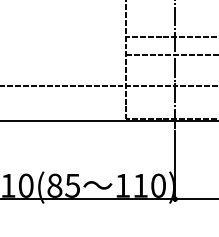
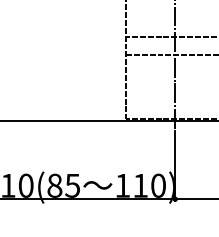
line at (108, 86): present -> none
